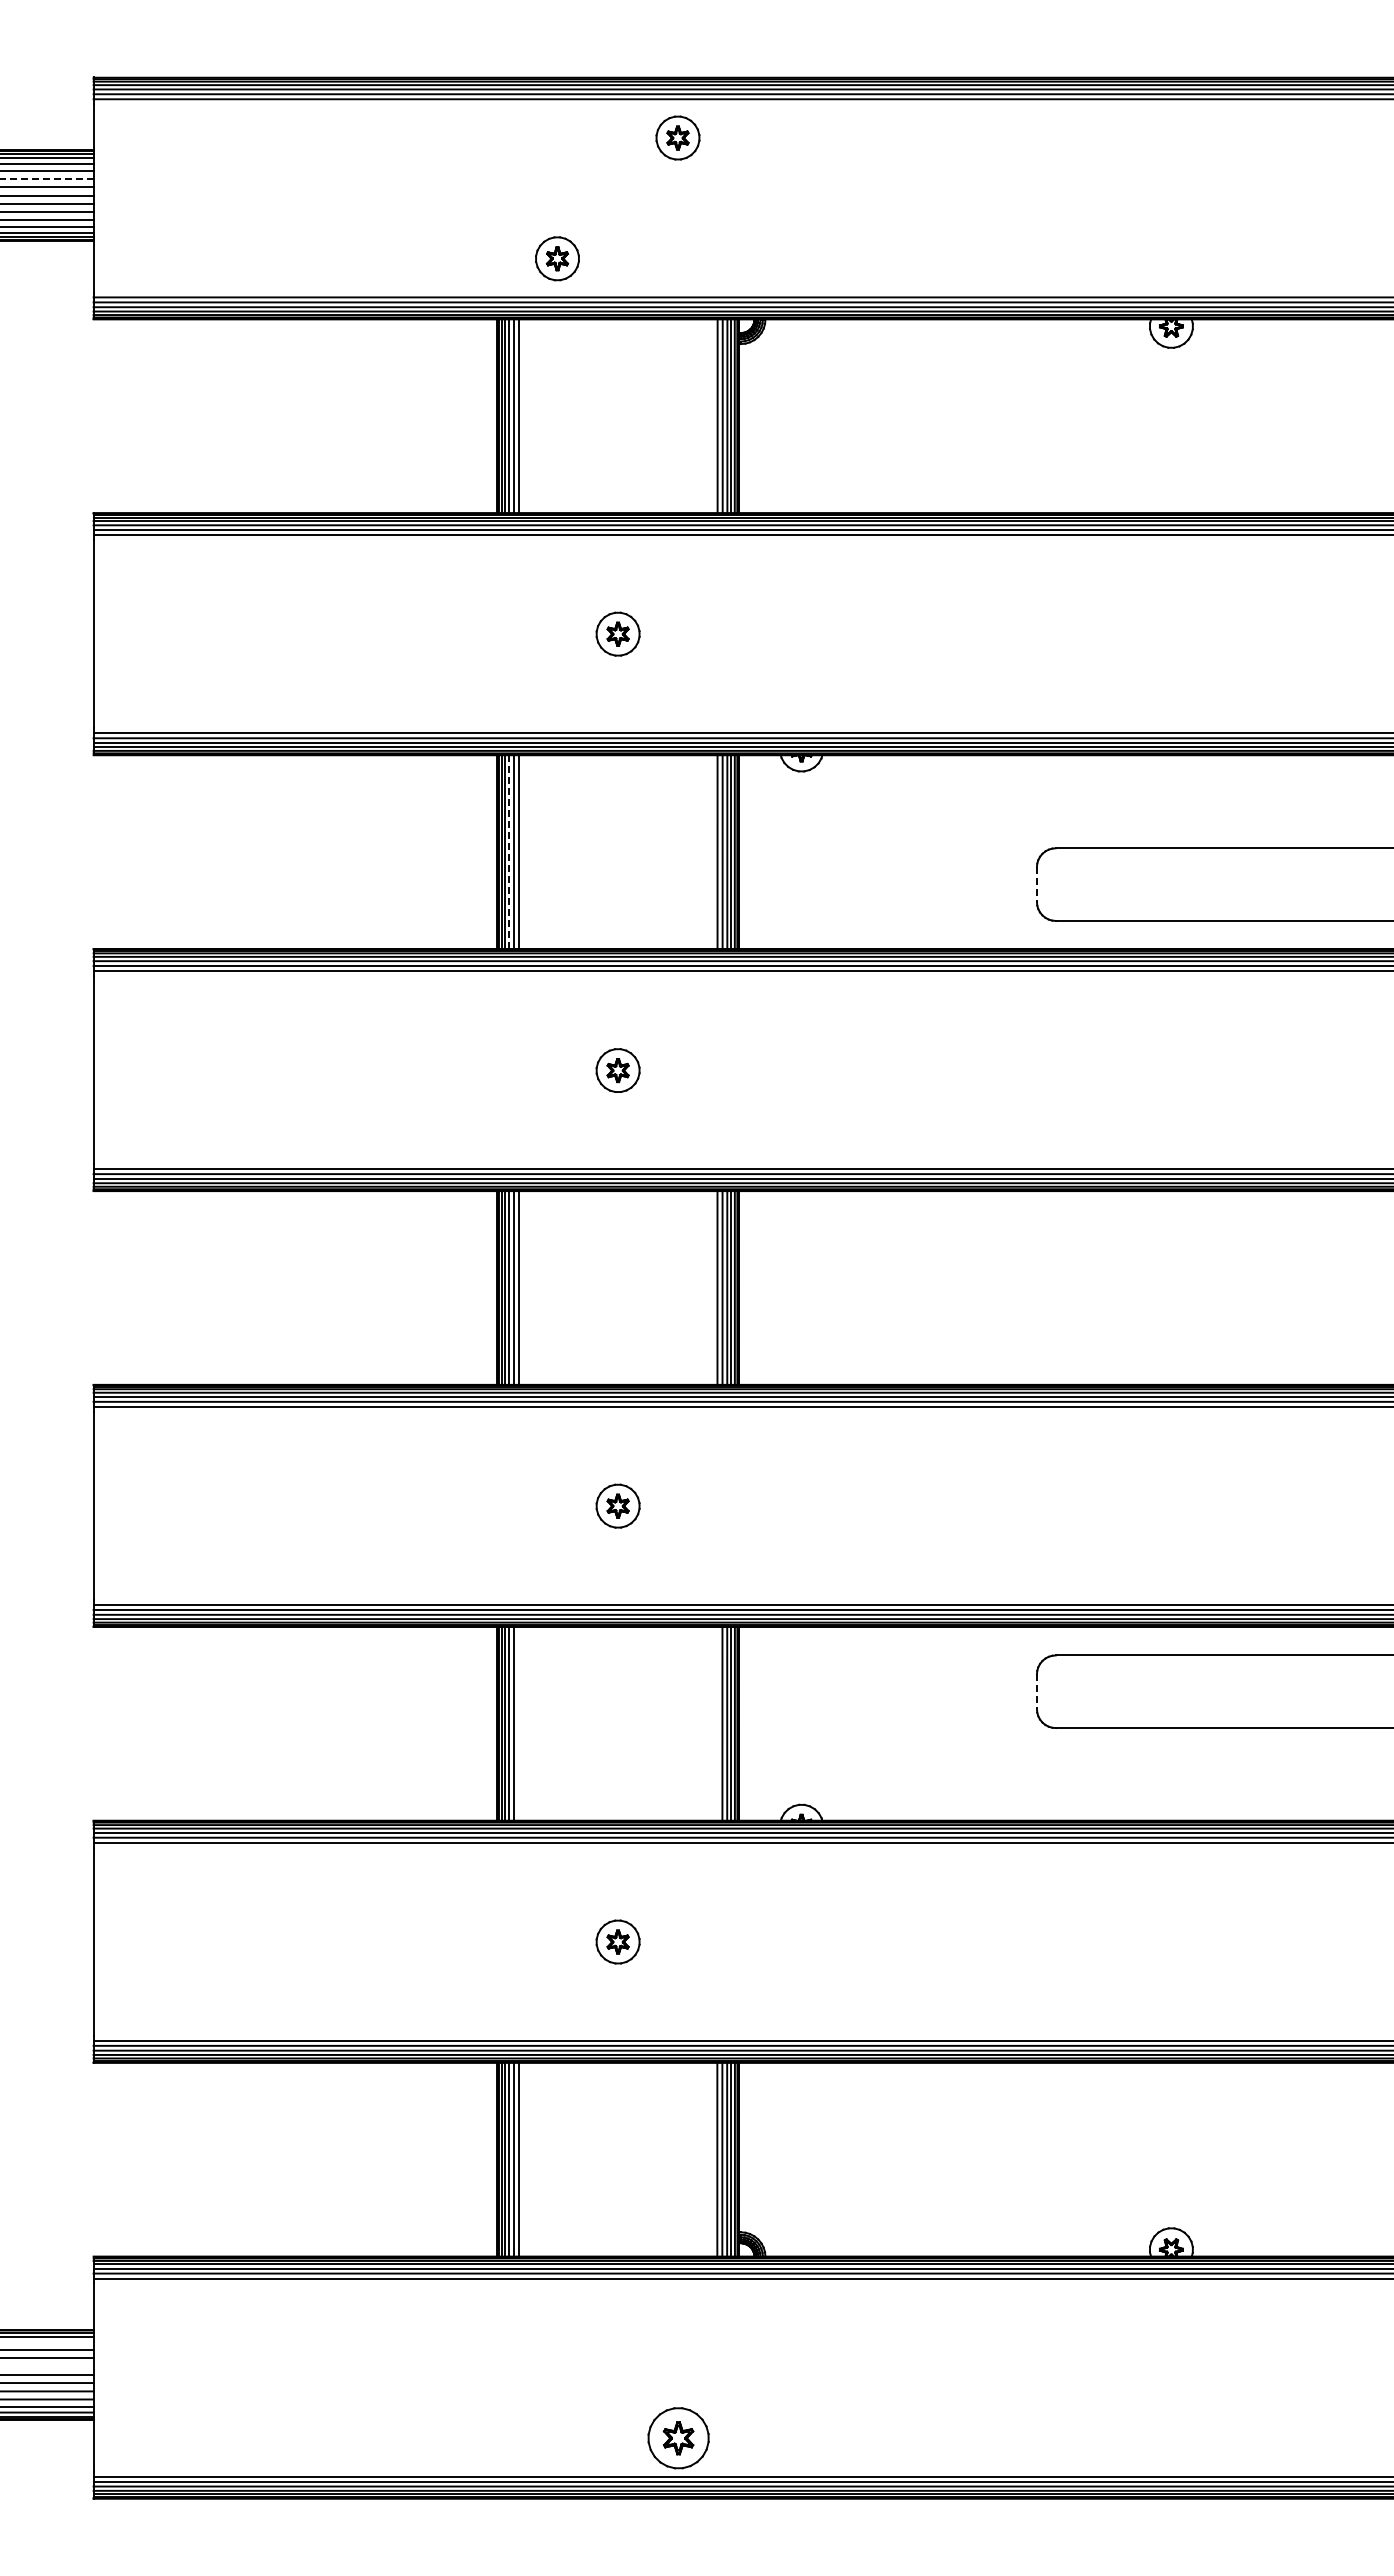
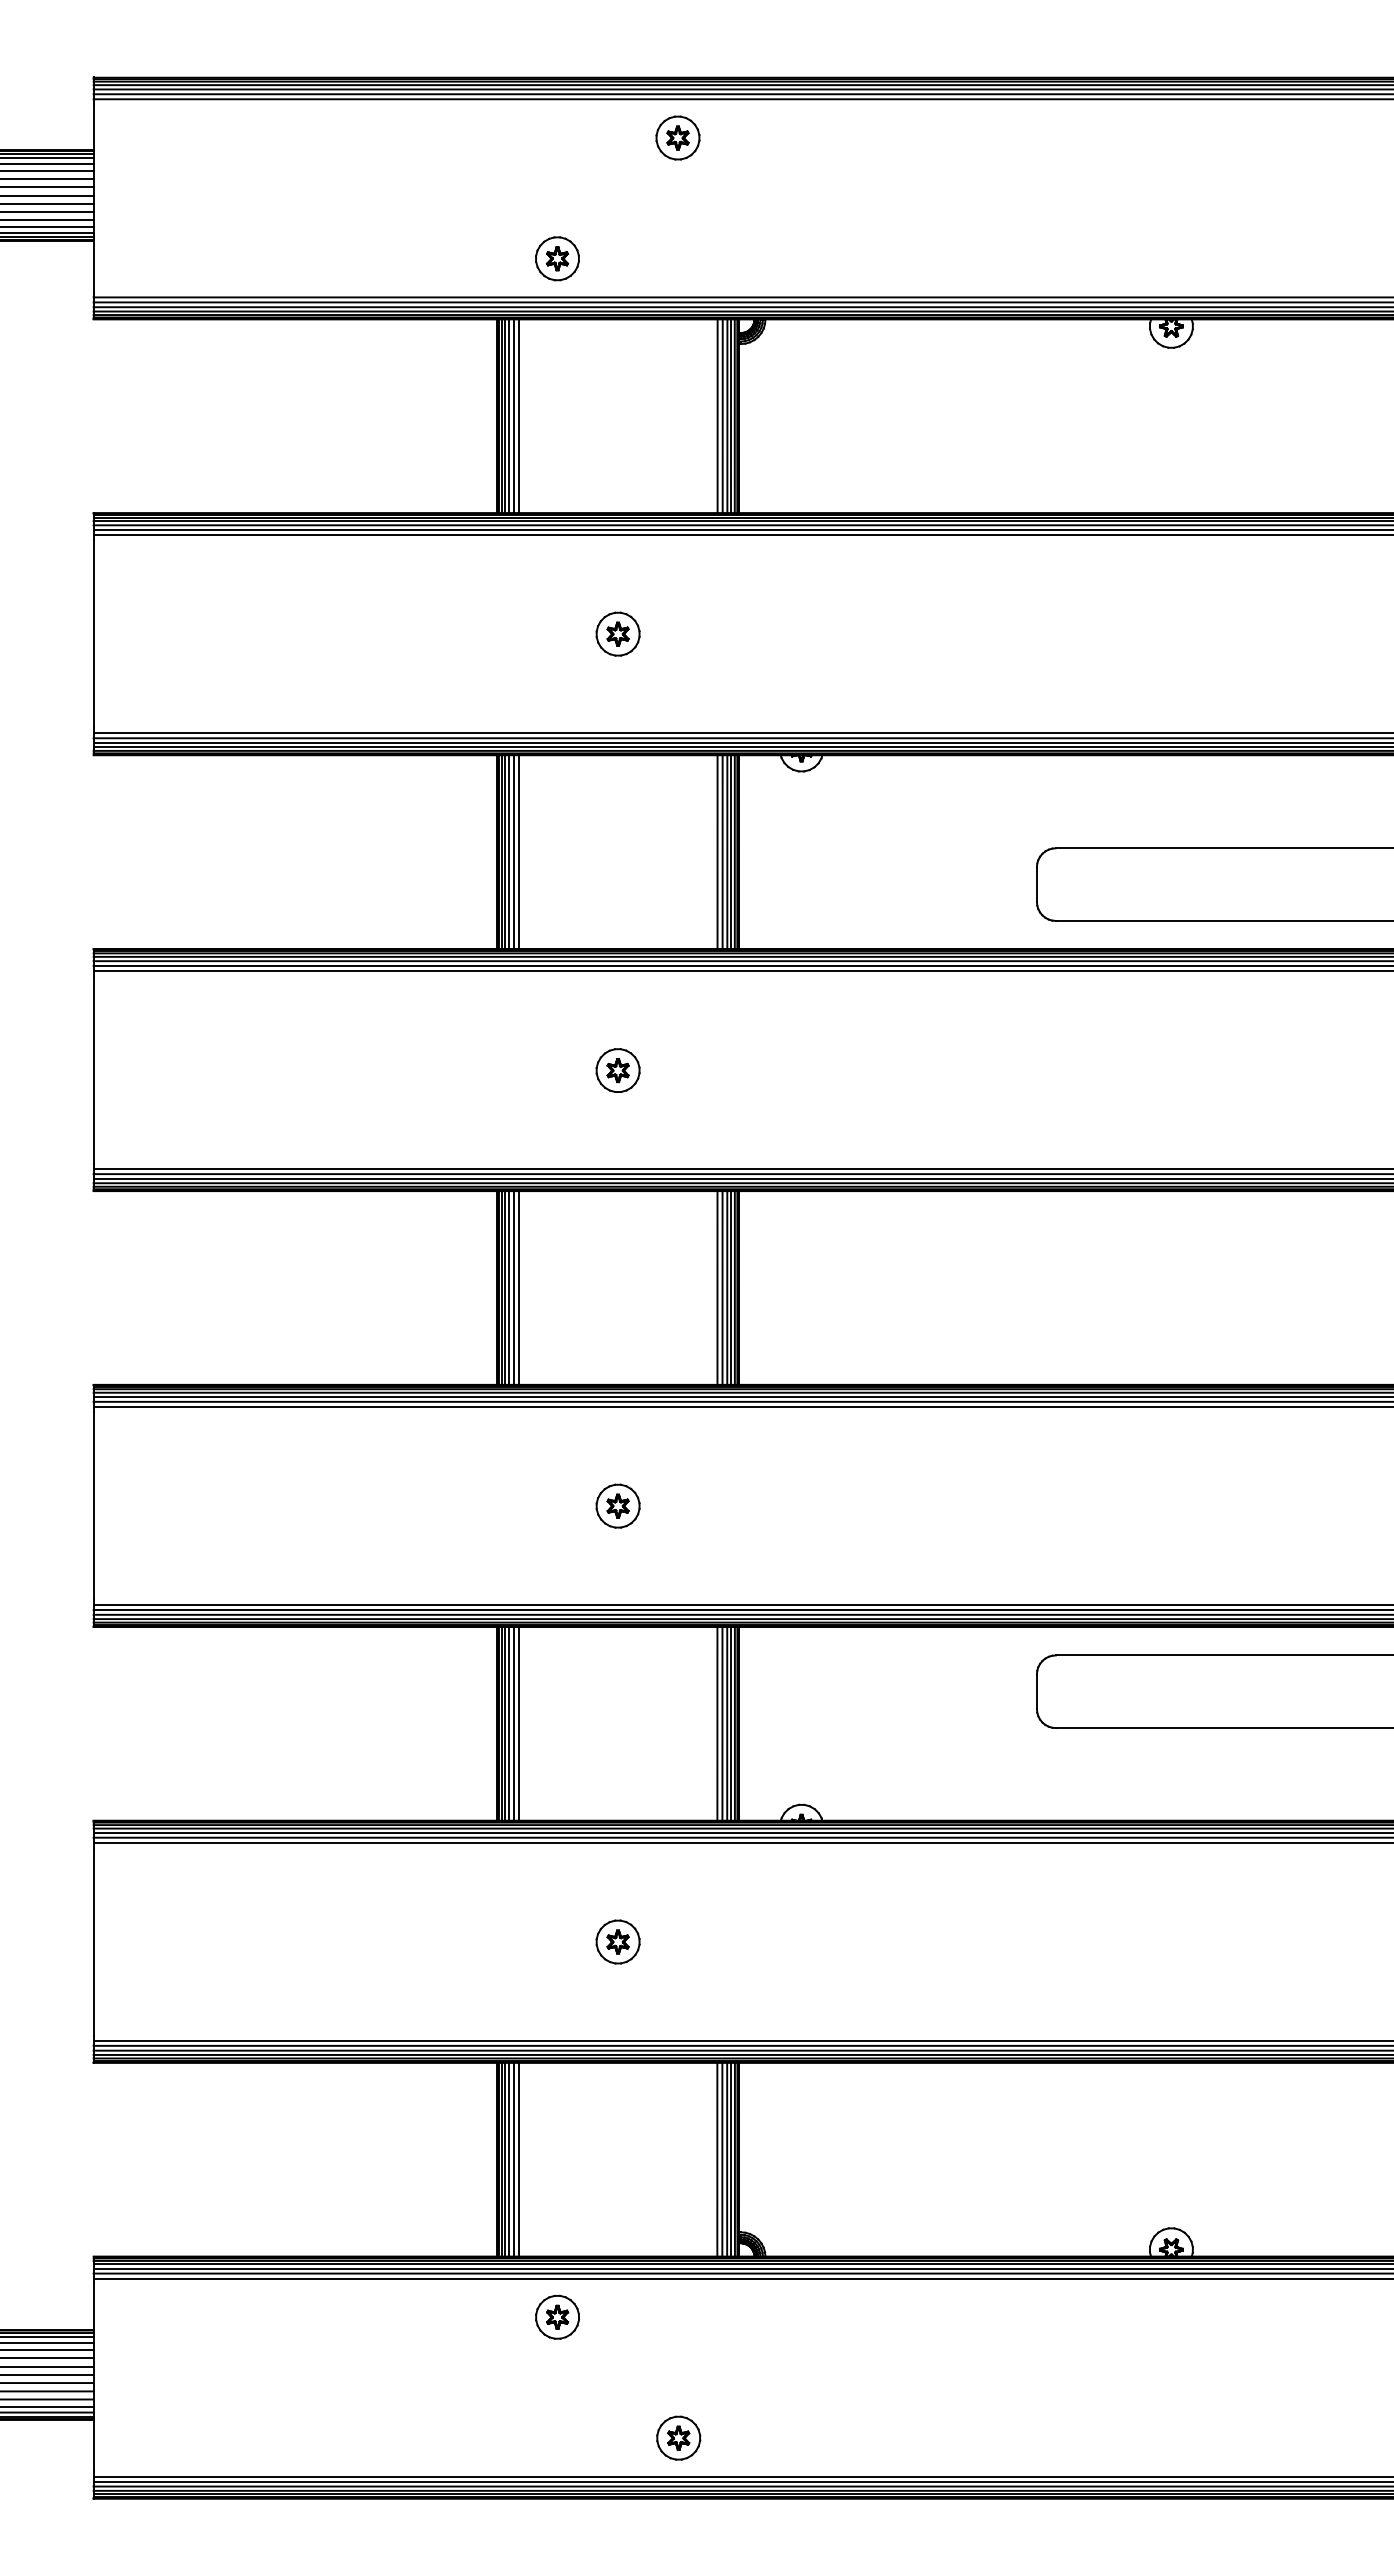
line at (46, 178): dashed -> solid
line at (509, 852): dashed -> solid
line at (1036, 885): dashed -> solid
line at (1036, 1692): dashed -> solid
line at (519, 1723): none -> present
line at (717, 1723): none -> present
part at (557, 2316): none -> present
line at (47, 2342): none -> present
line at (47, 2366): none -> present
part at (678, 2438) size: 63x63 px -> 46x46 px
